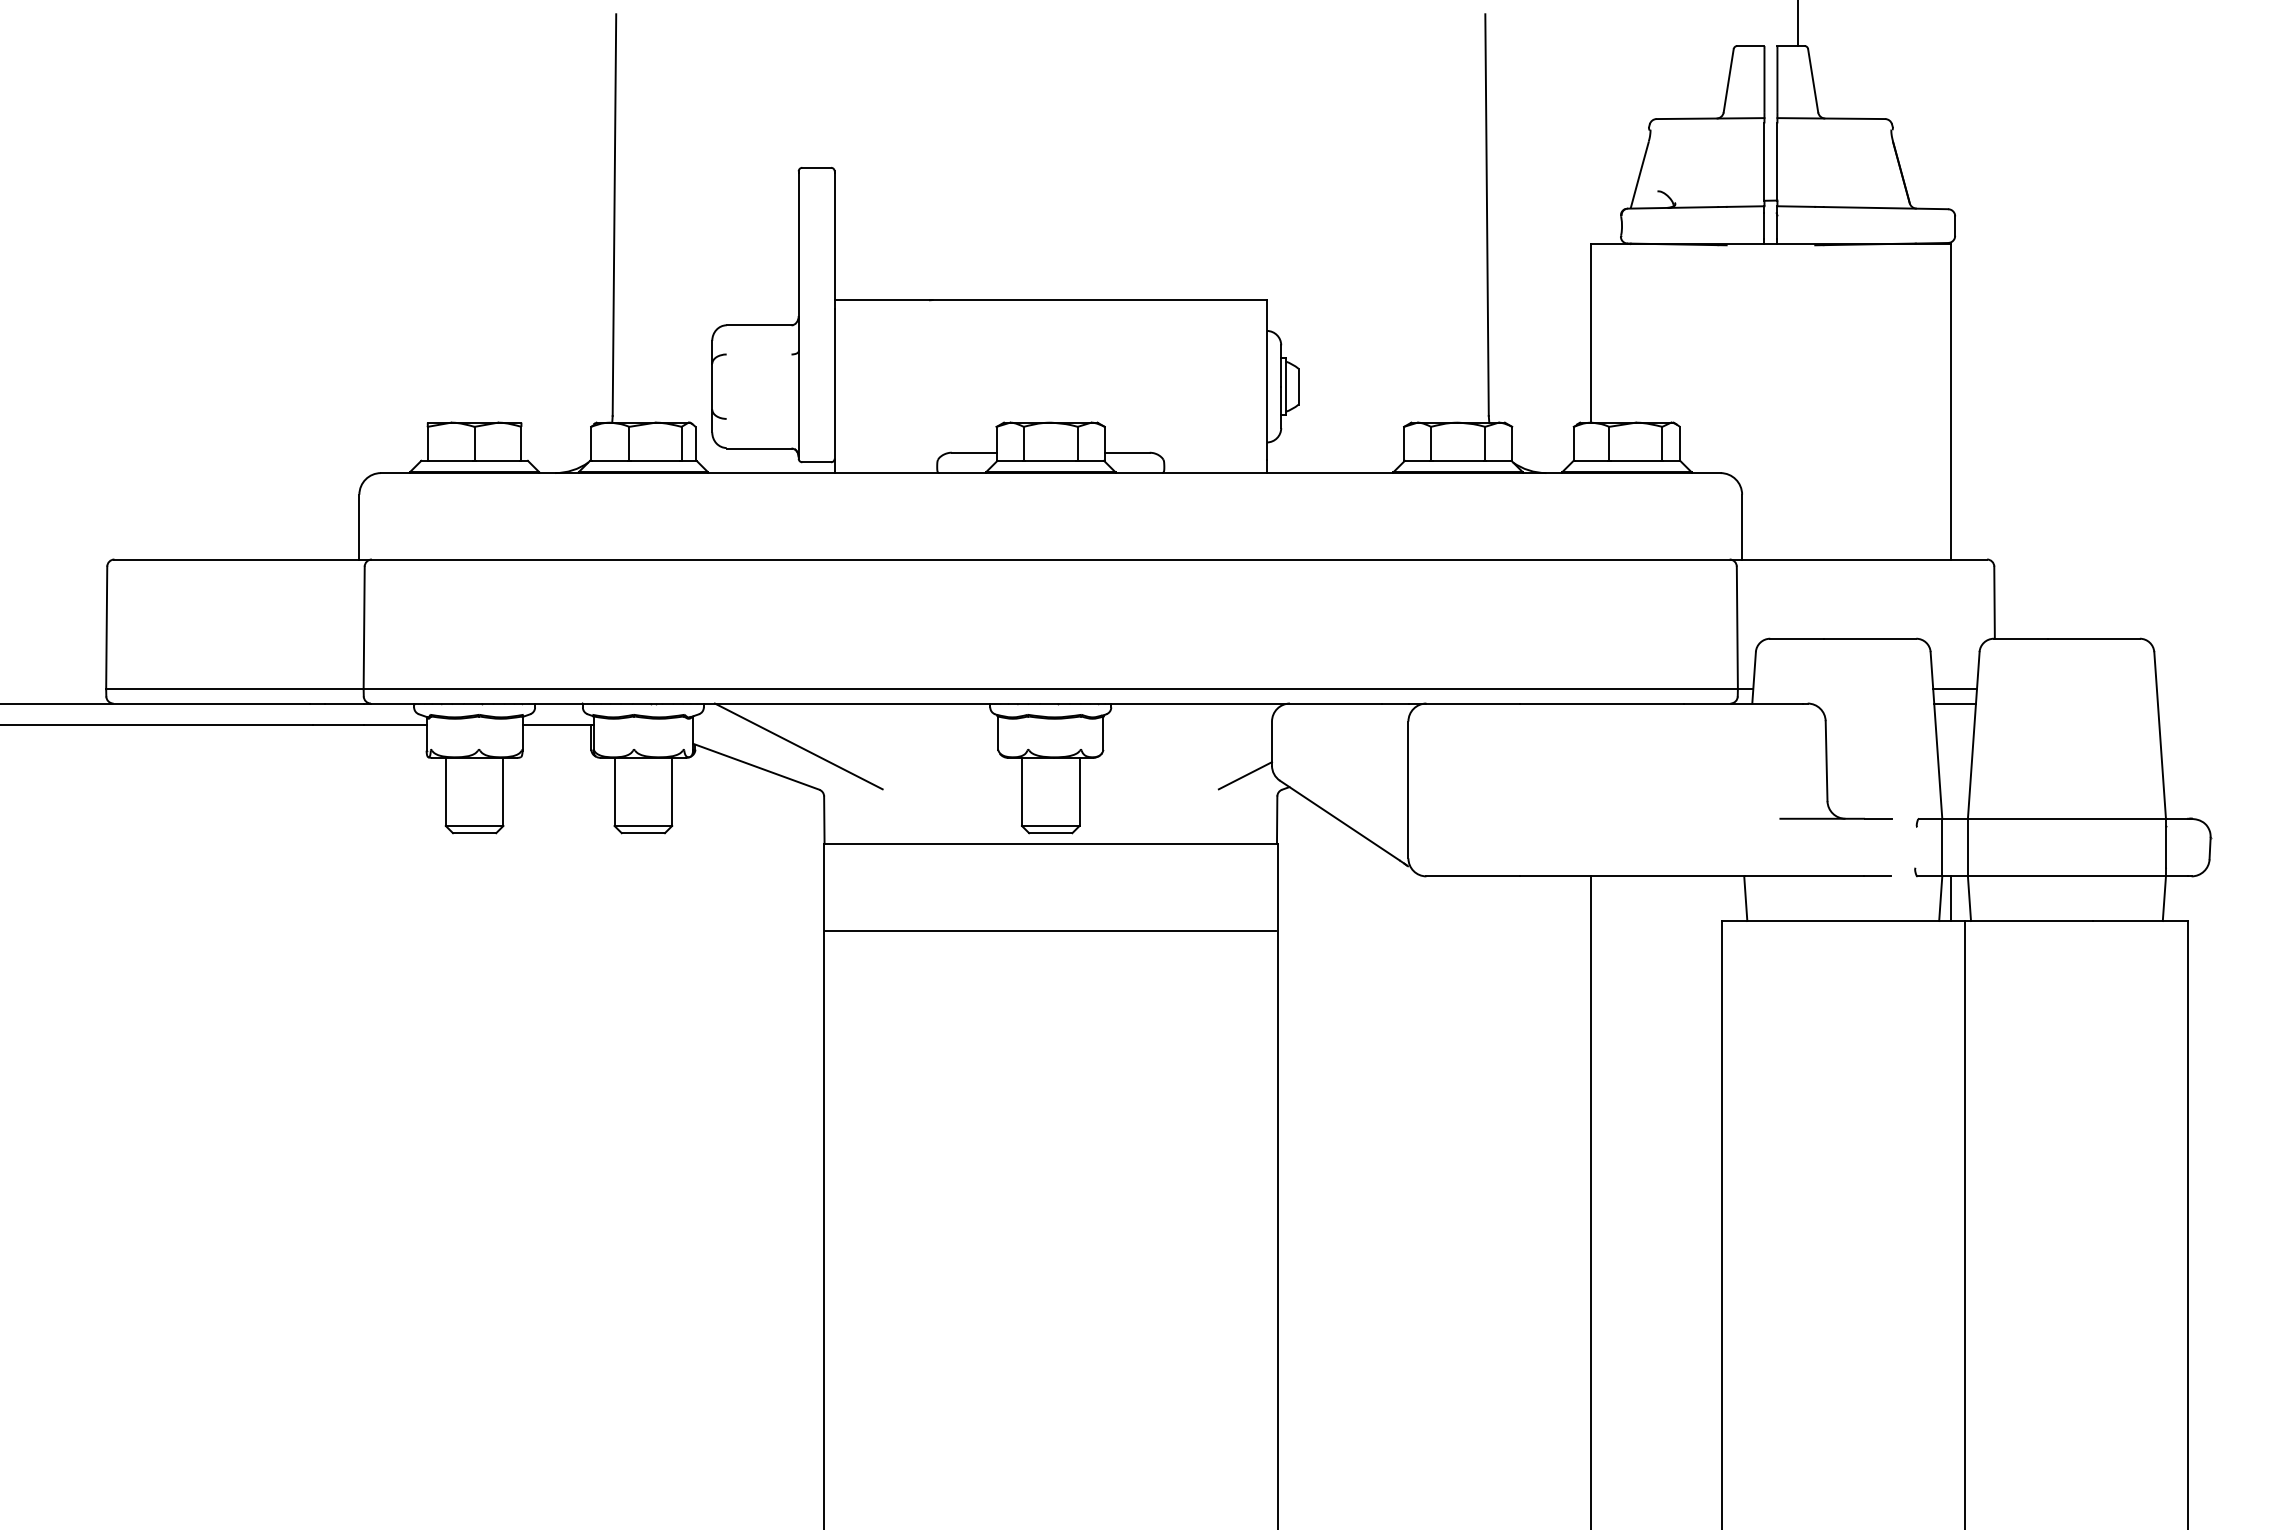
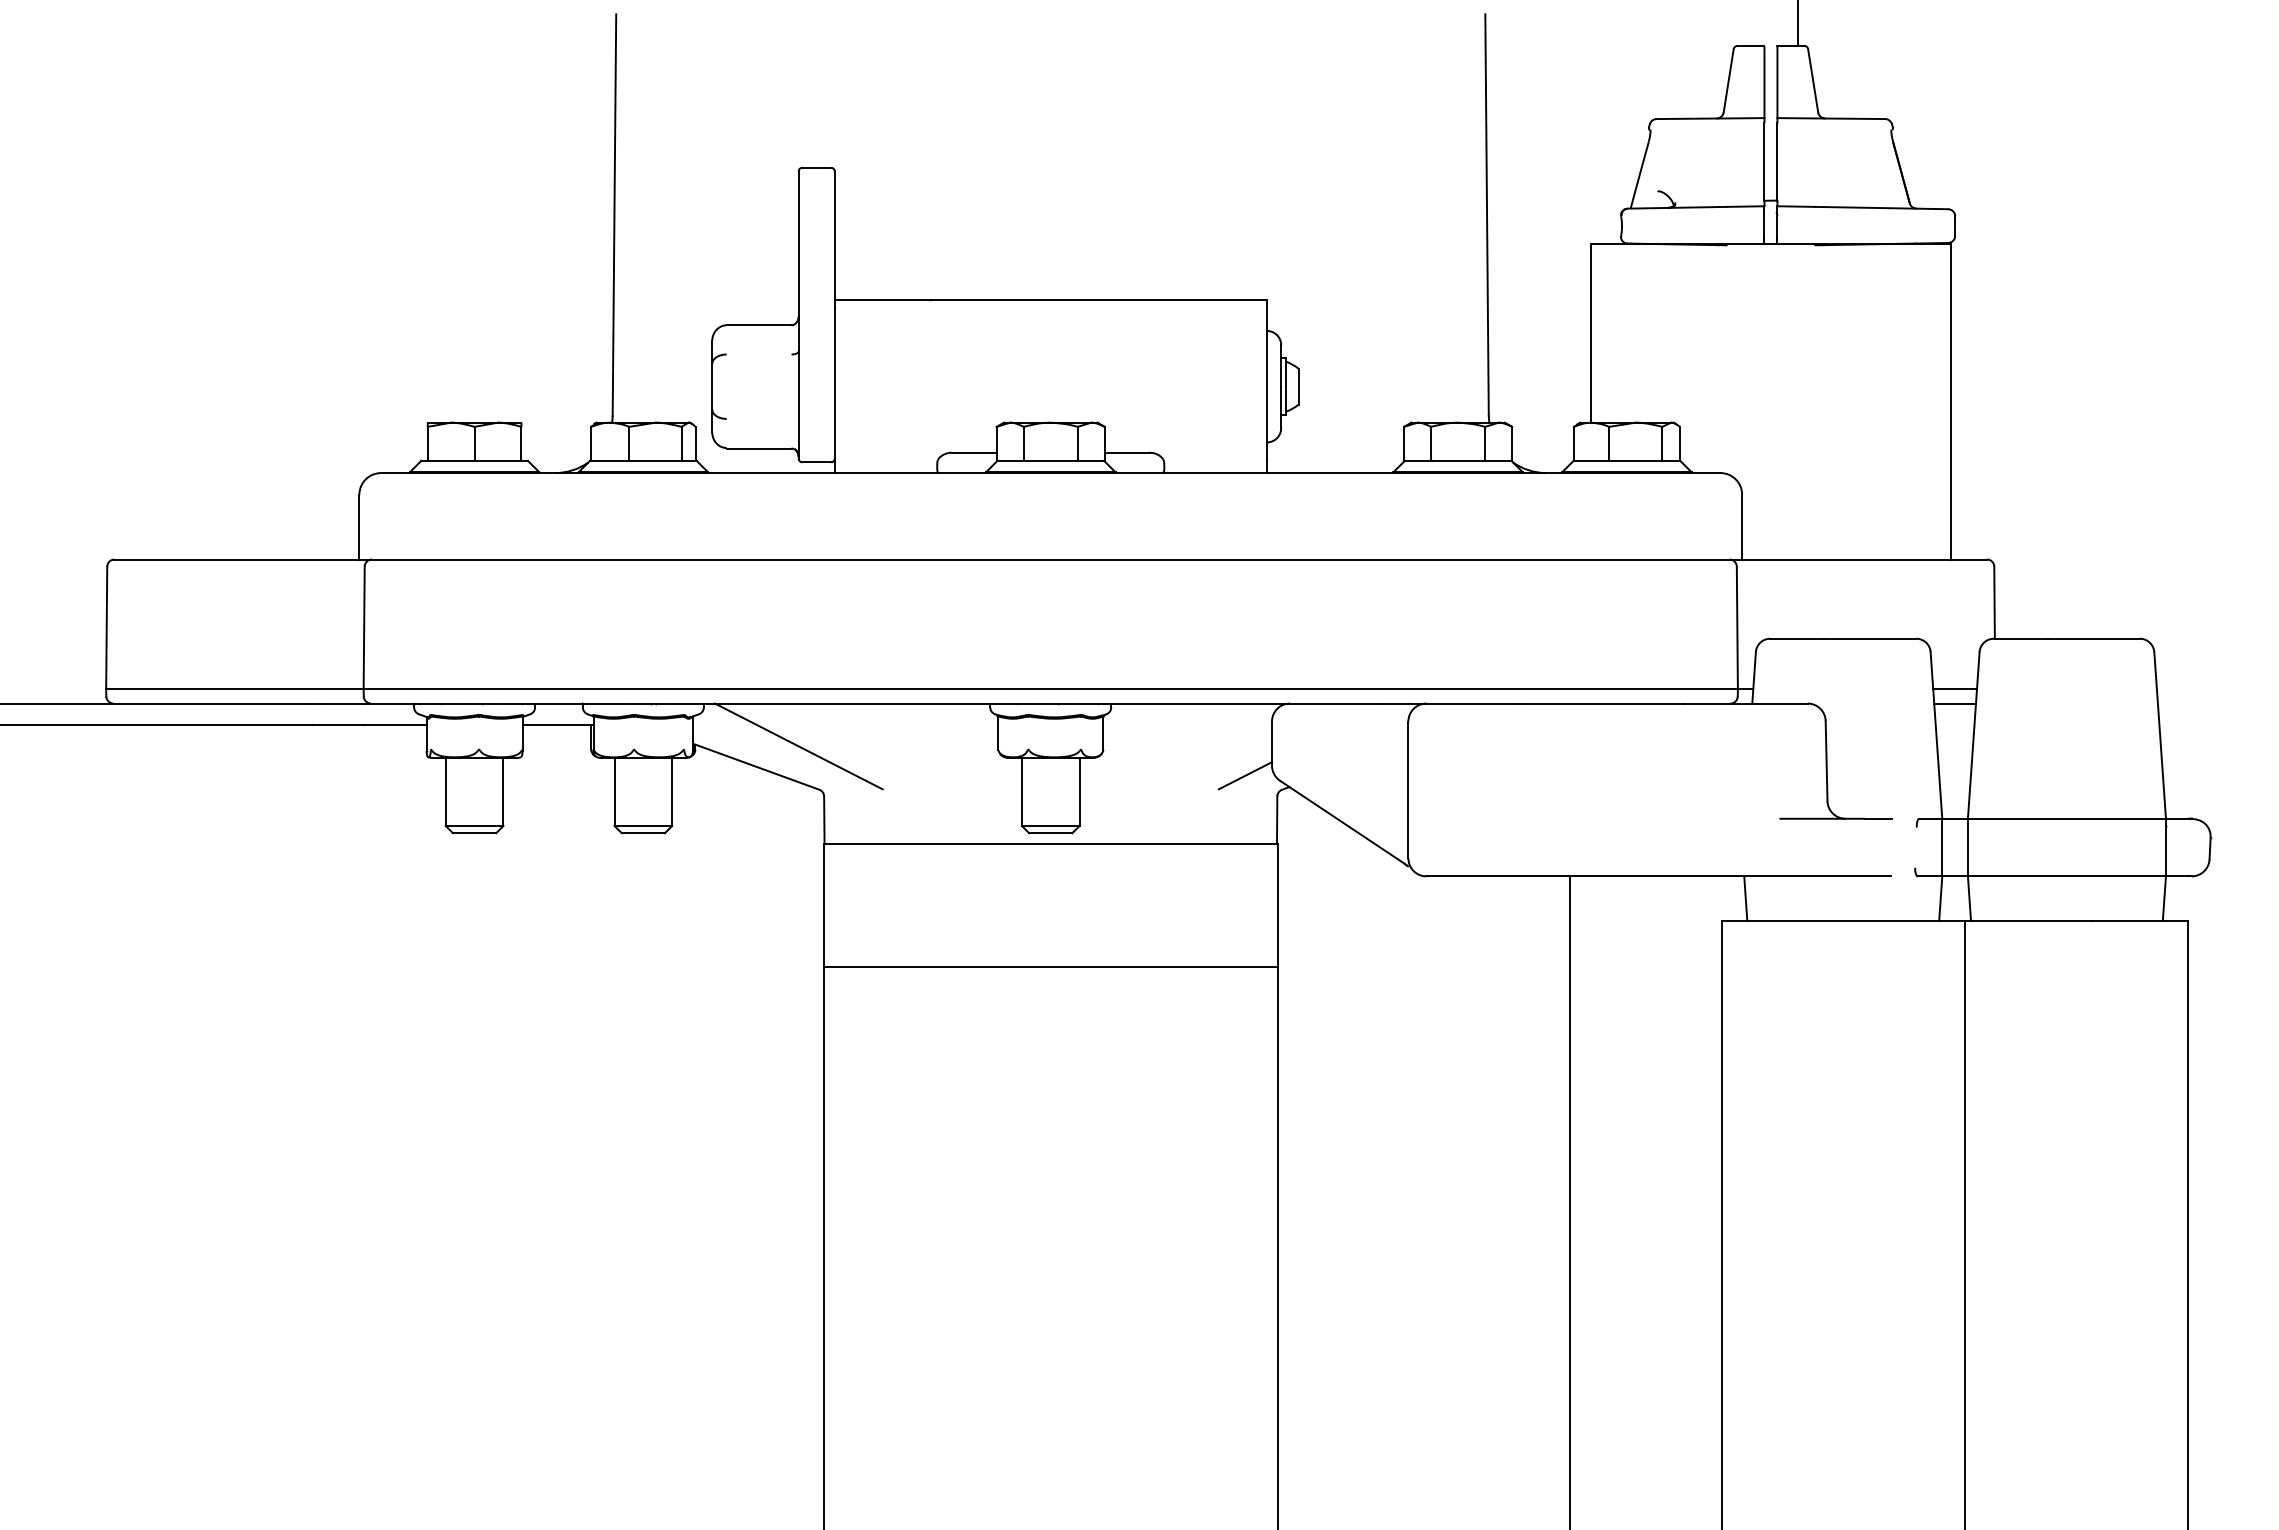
line at (1951, 898): present -> none
line at (1050, 931) position: (1050, 931) -> (1050, 967)
line at (1590, 1201) position: (1590, 1201) -> (1569, 1201)
